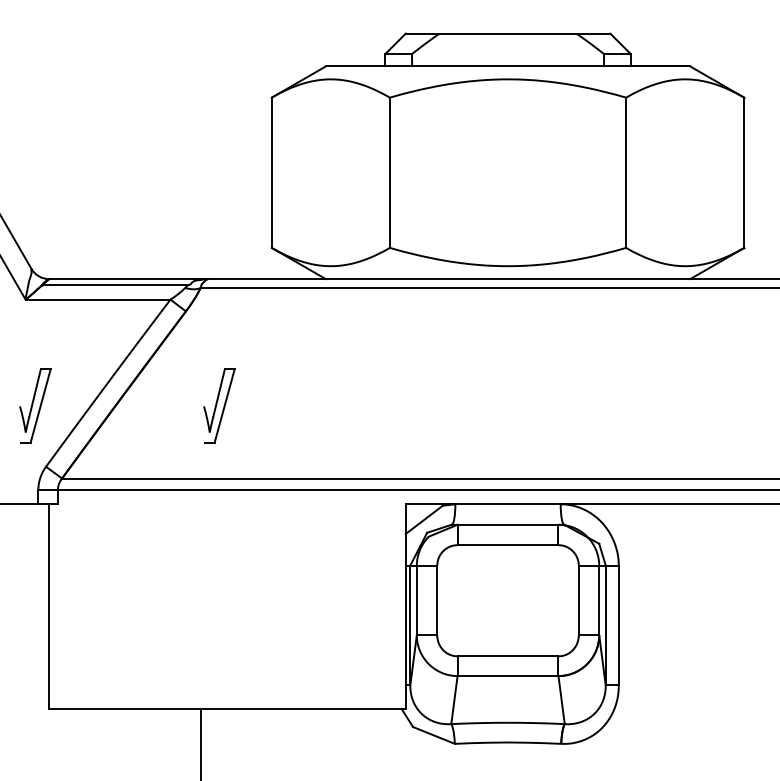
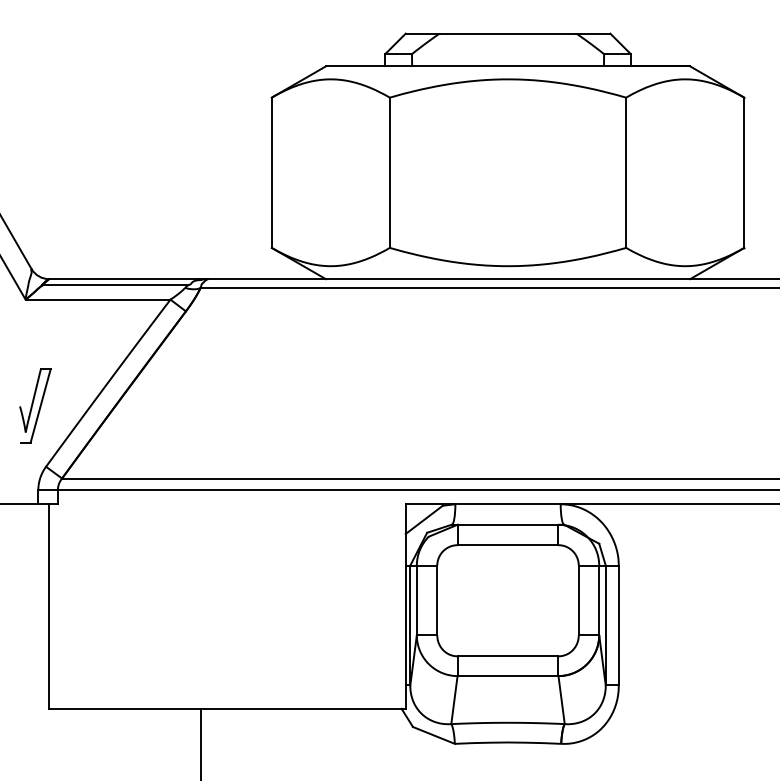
part at (219, 405): present -> none
